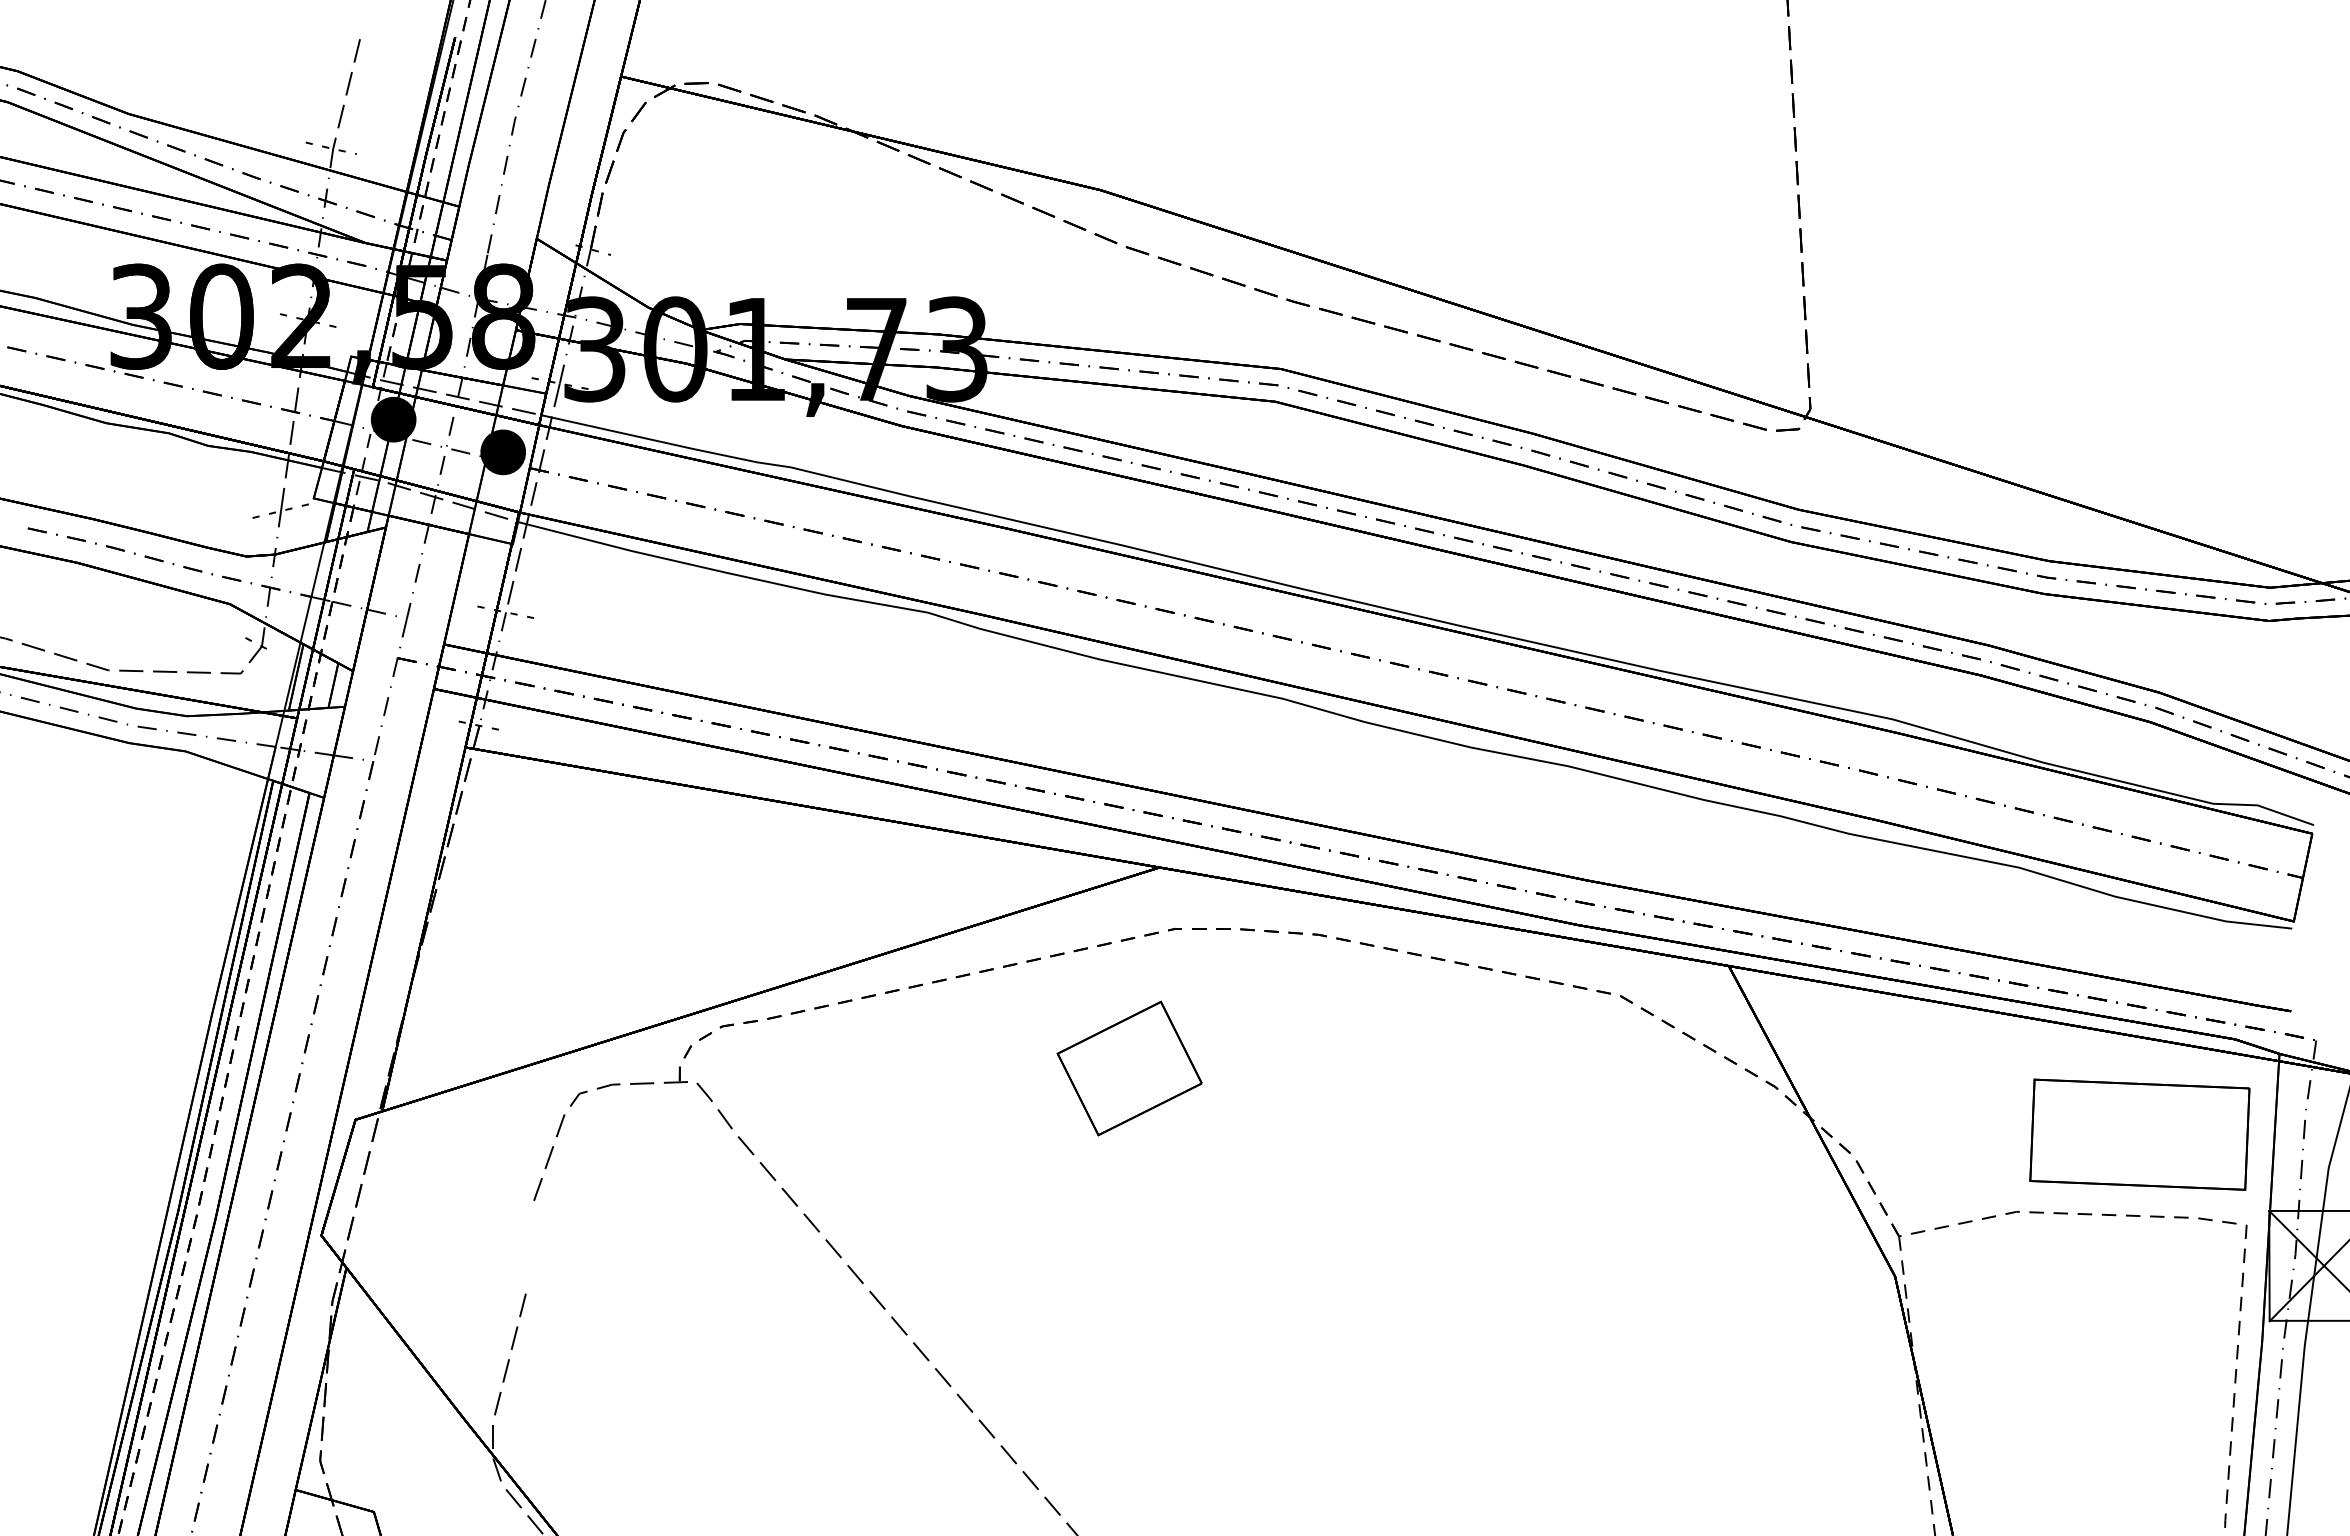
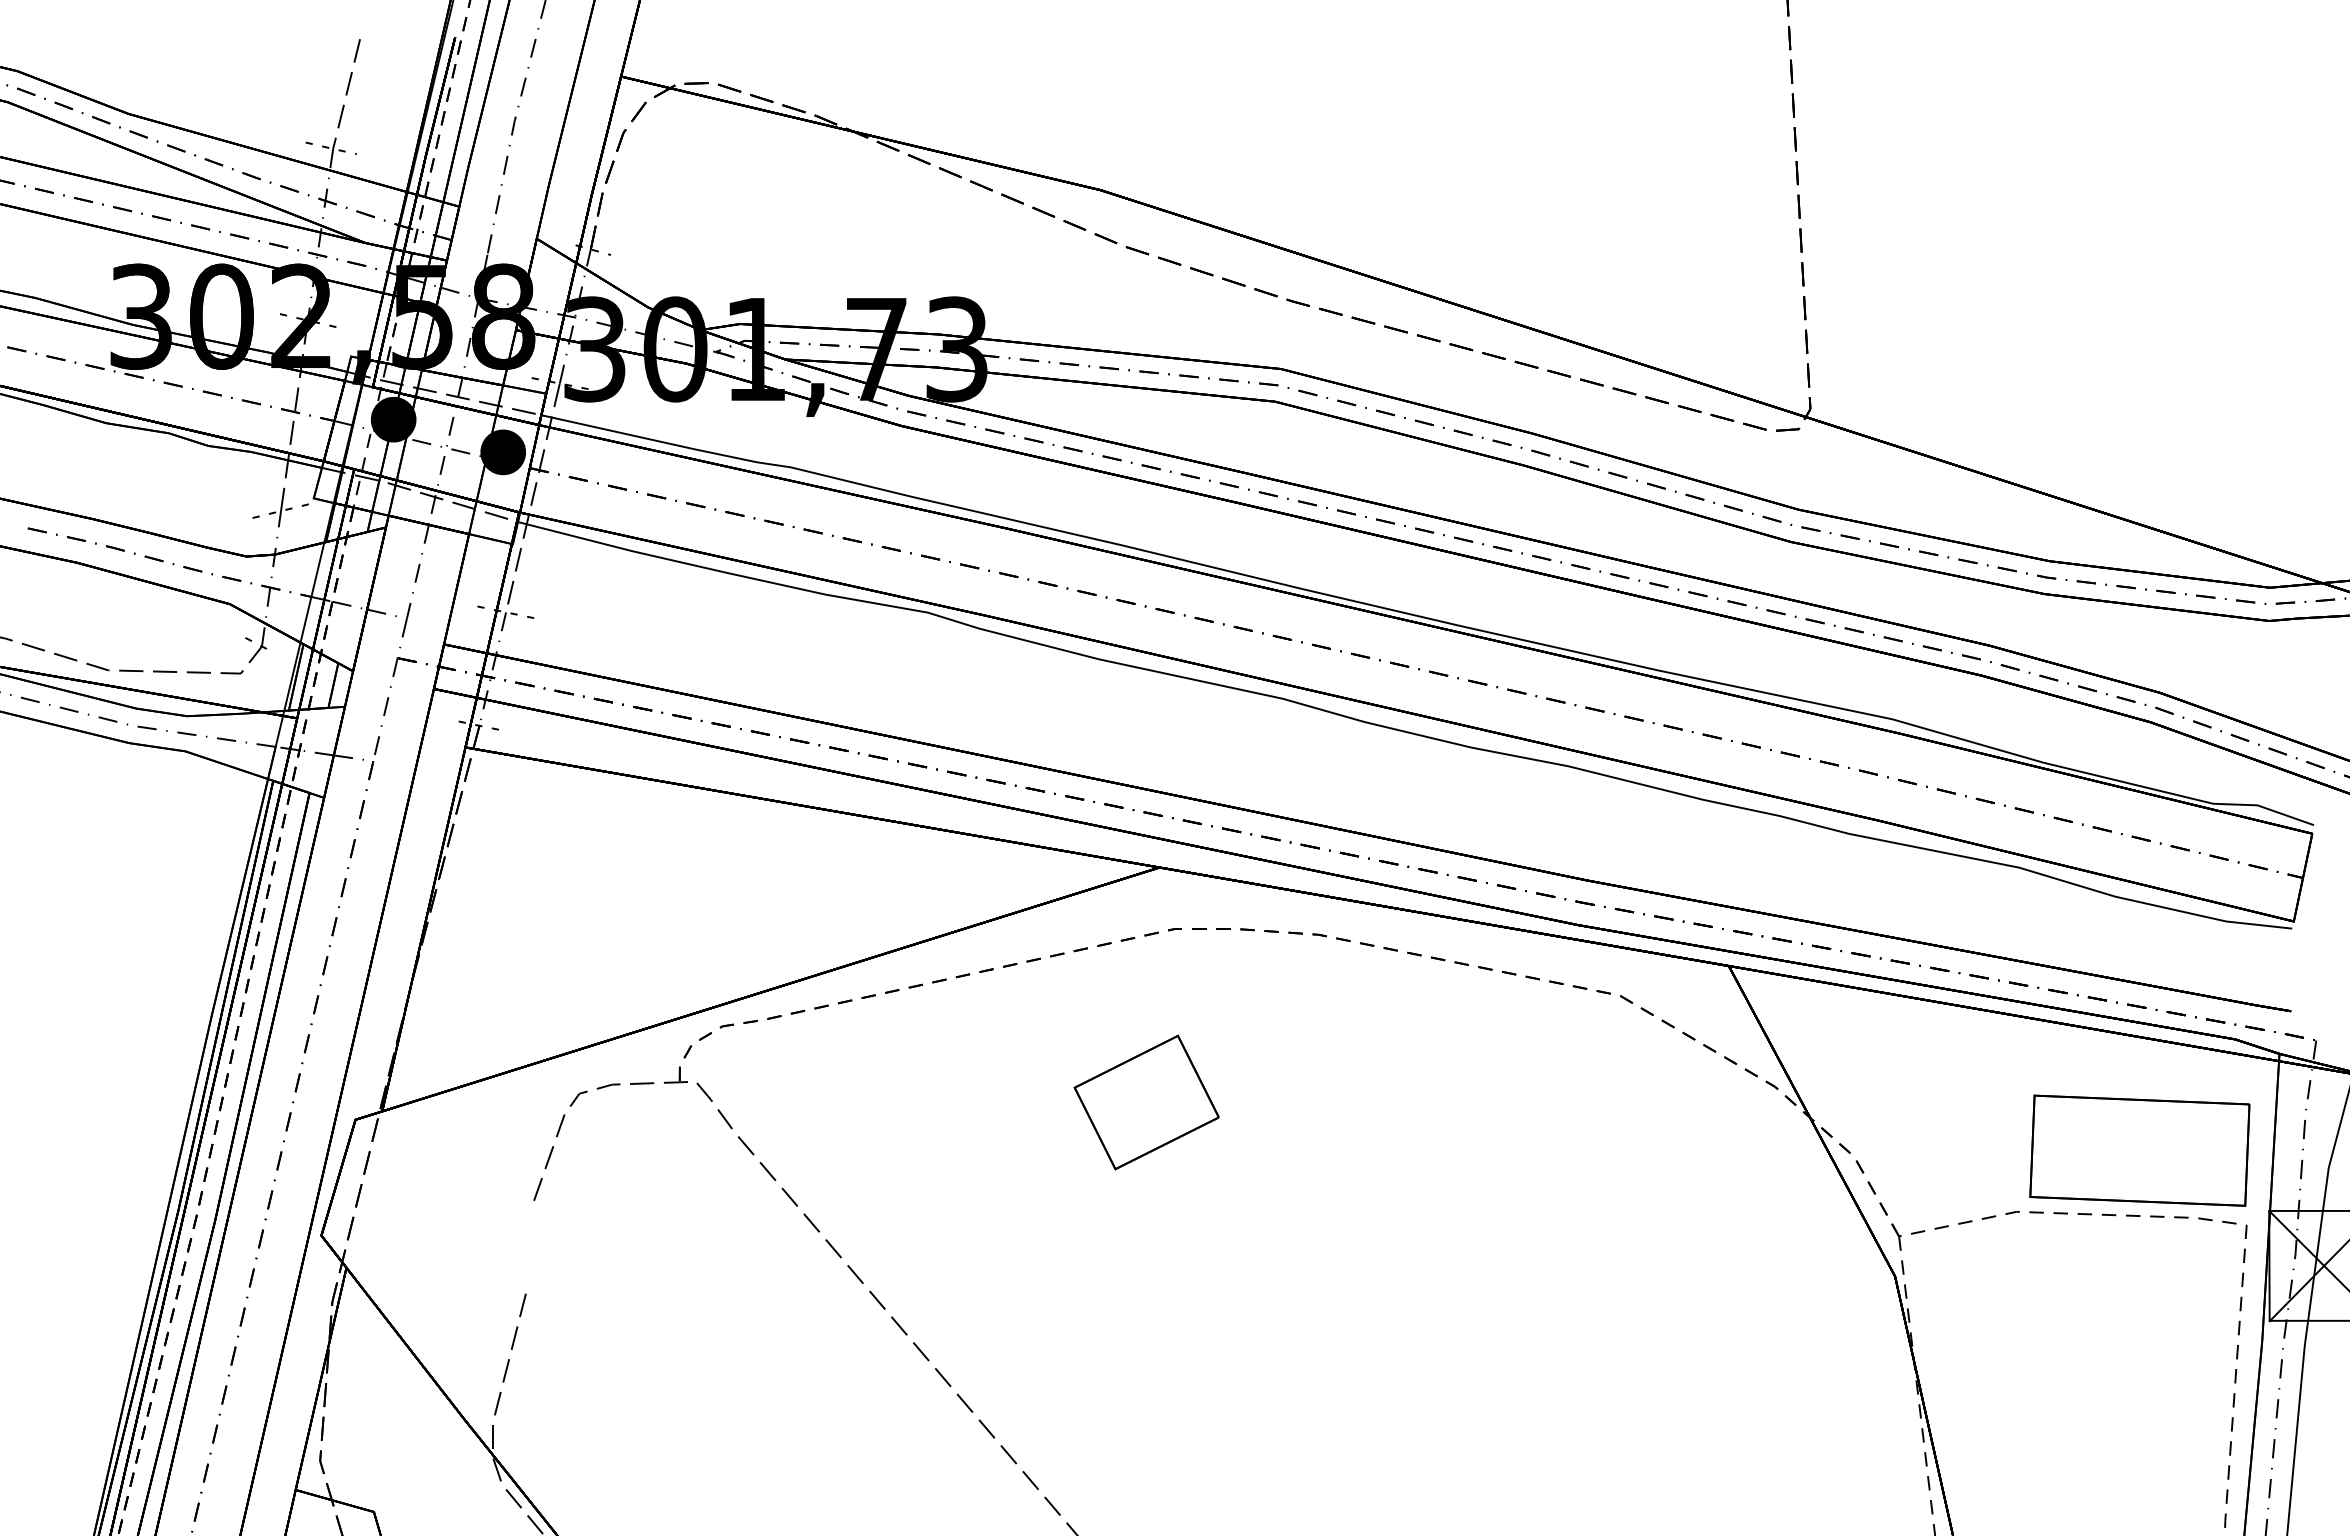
part at (1129, 1068) position: (1129, 1068) -> (1146, 1102)
part at (2139, 1134) position: (2139, 1134) -> (2139, 1150)
